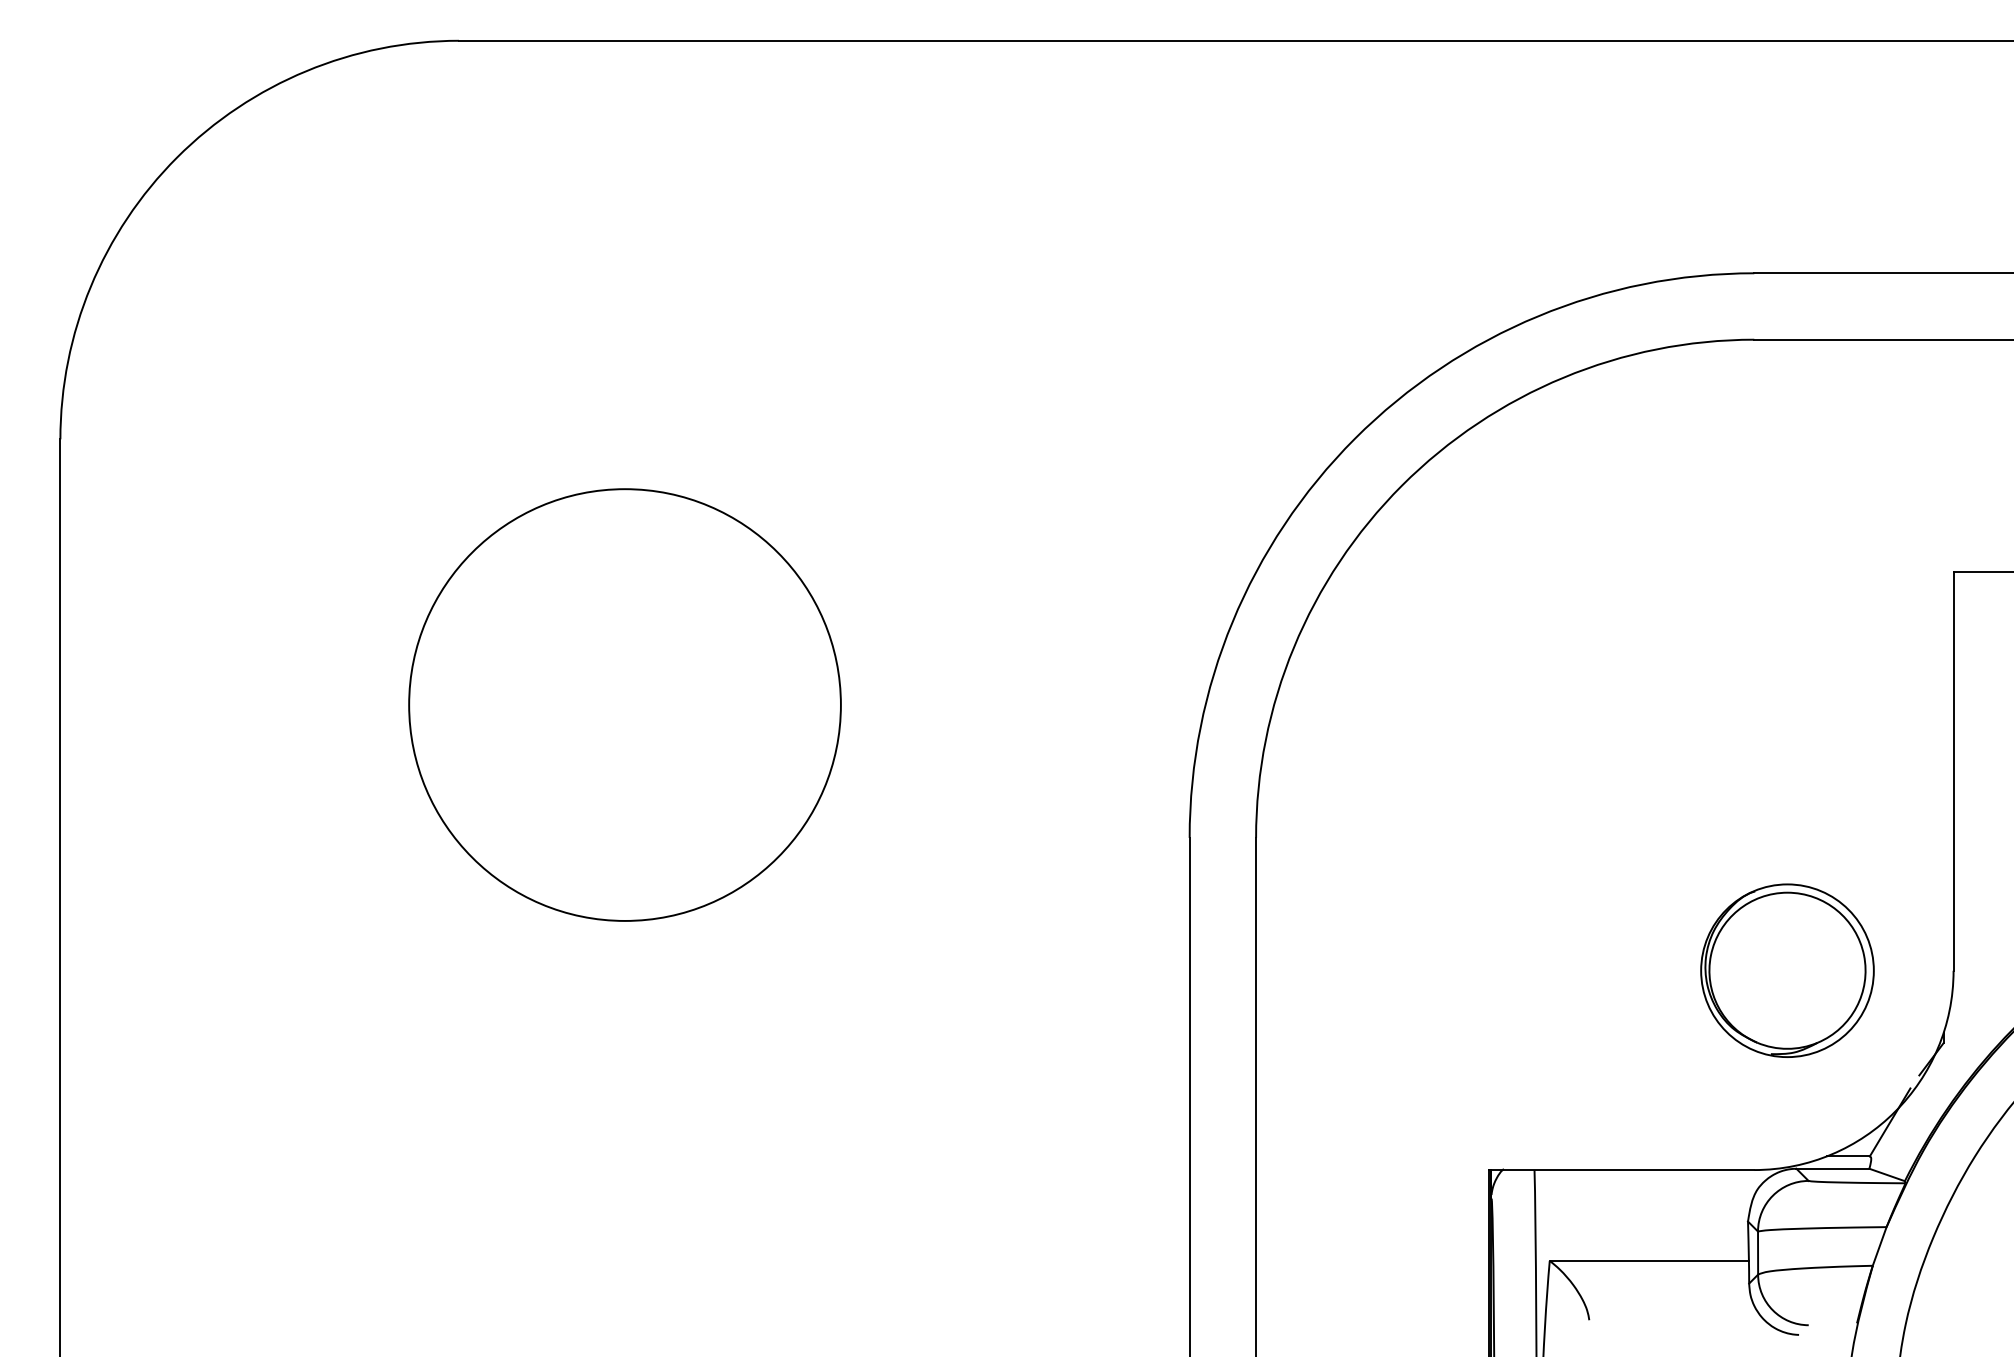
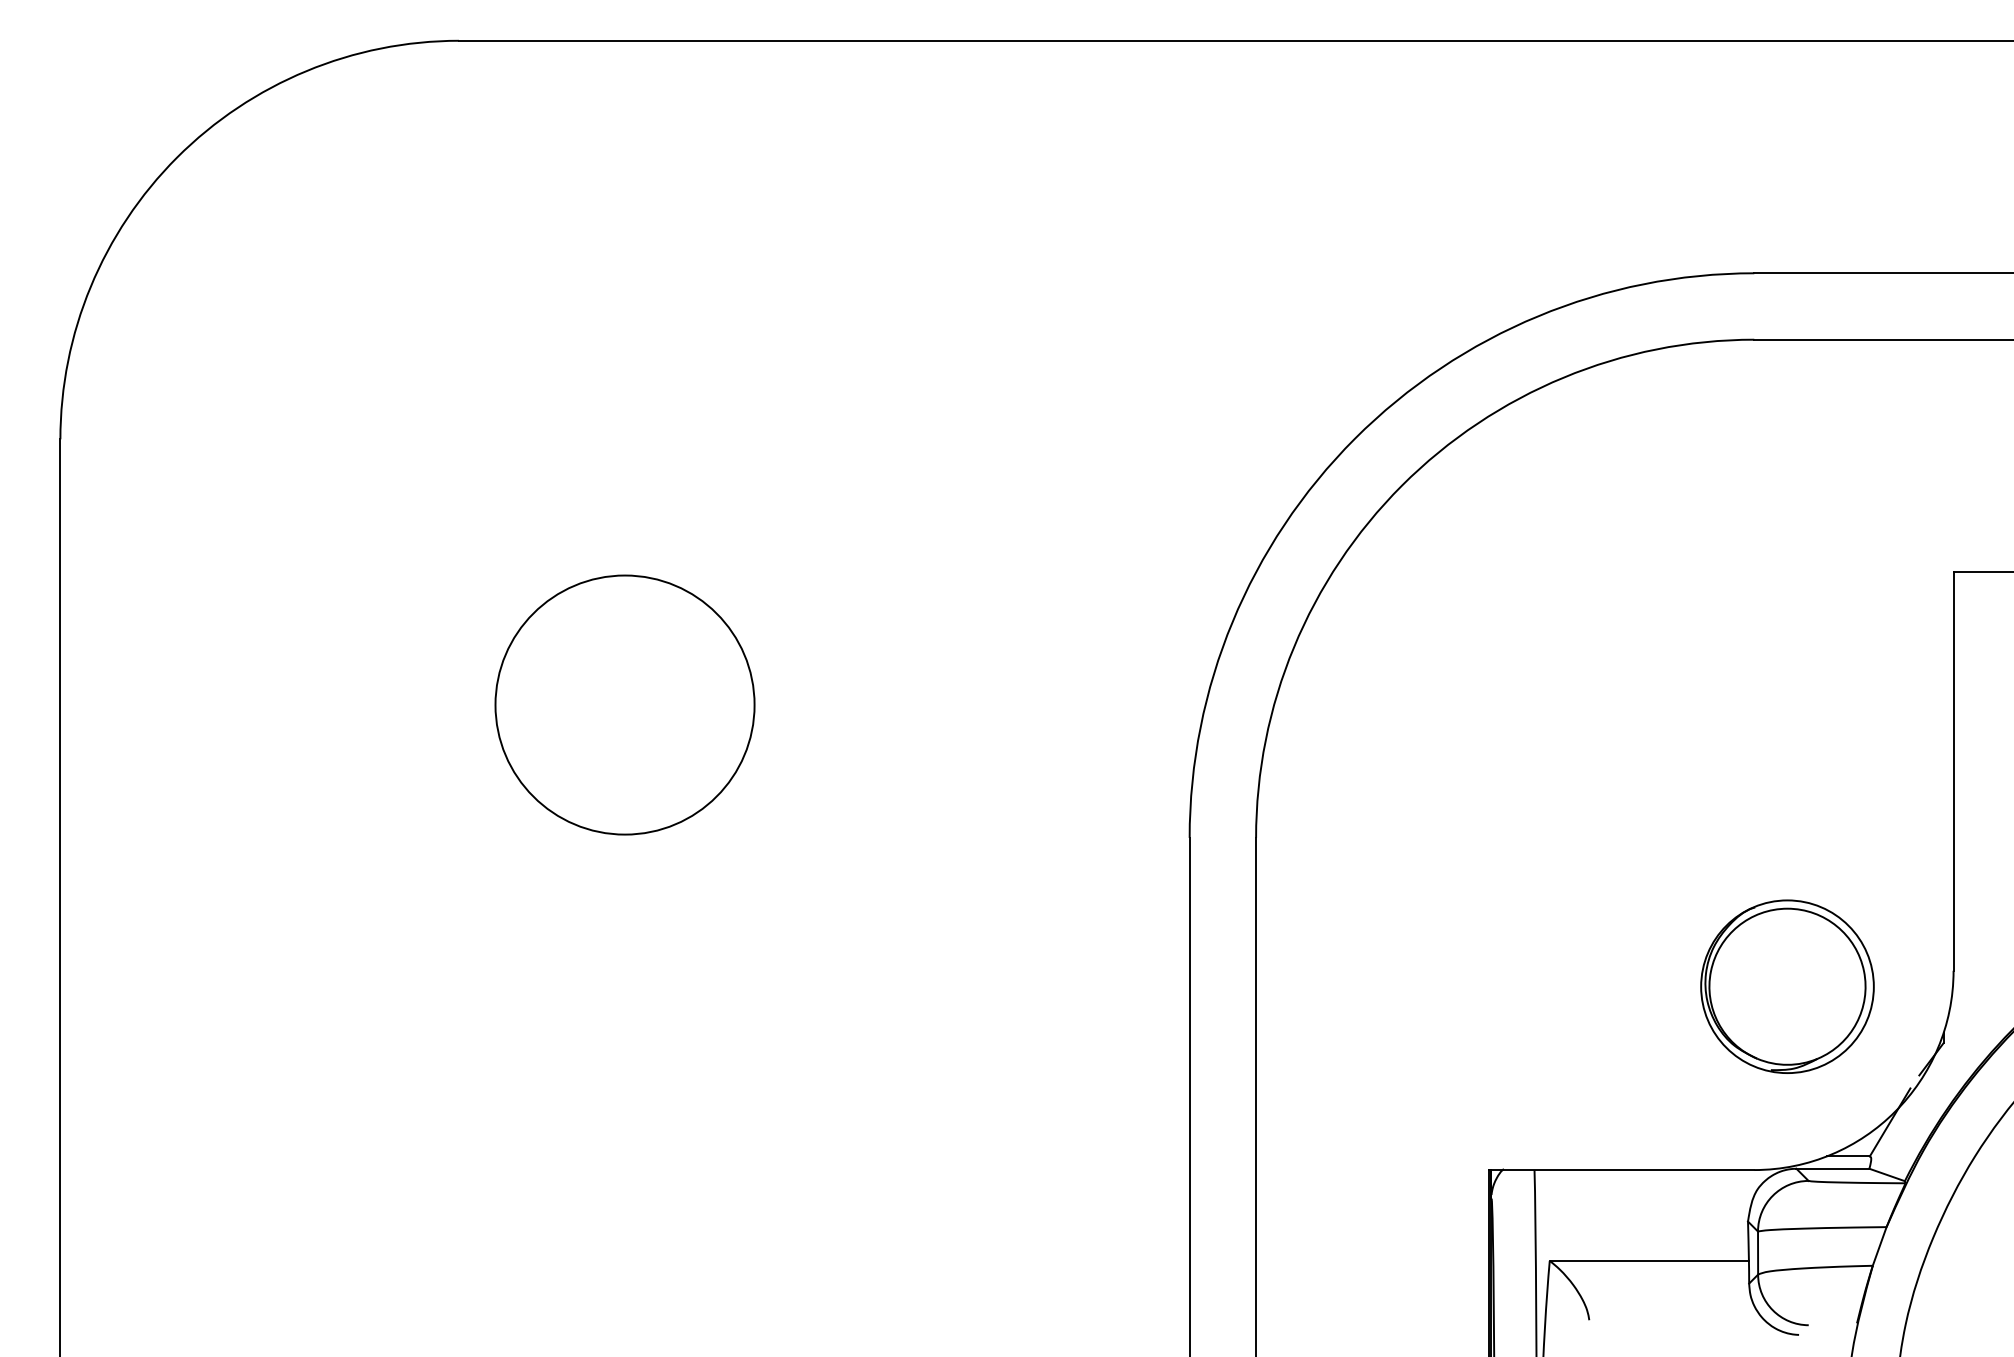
circle at (624, 704) diameter: 432 px -> 259 px
part at (1787, 970) position: (1787, 970) -> (1787, 986)
